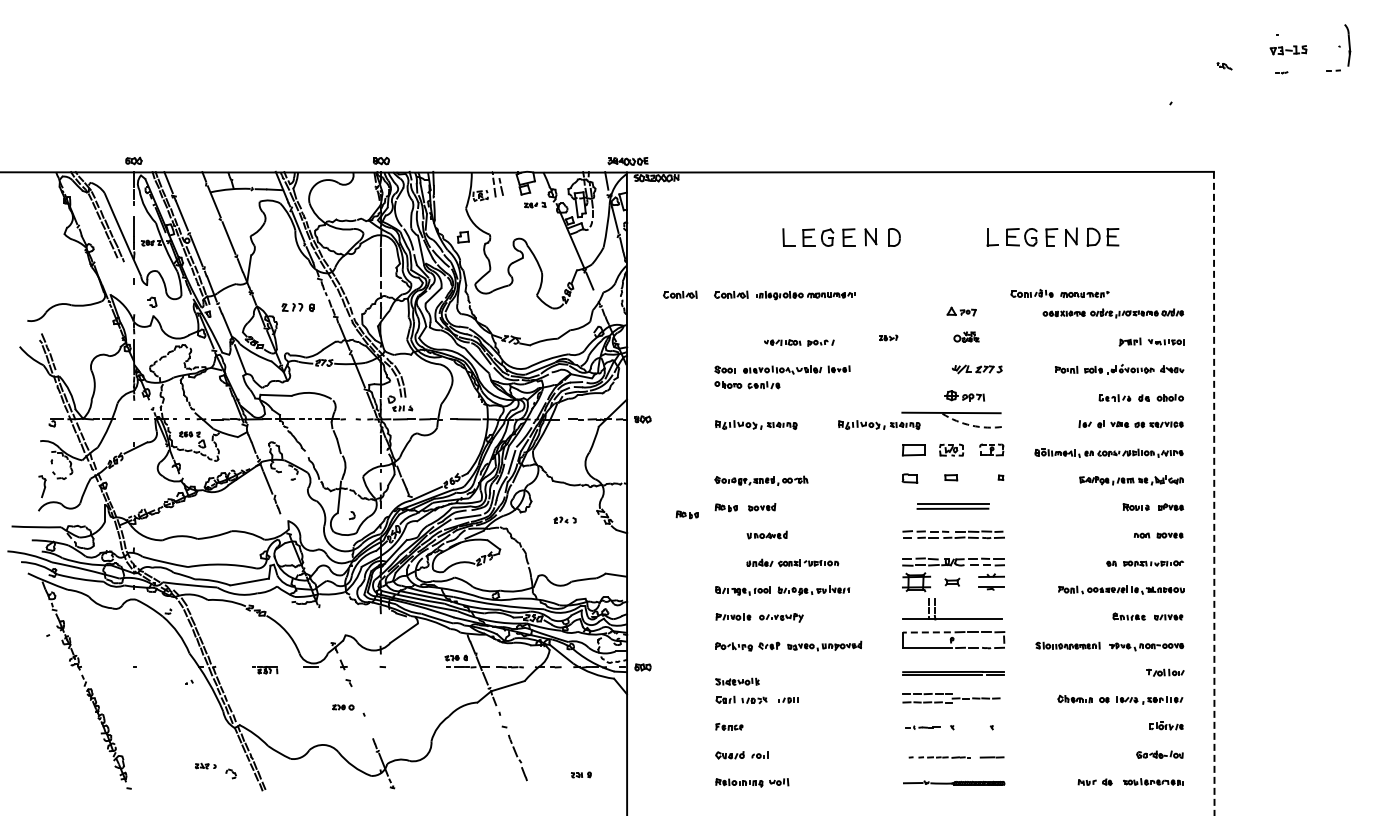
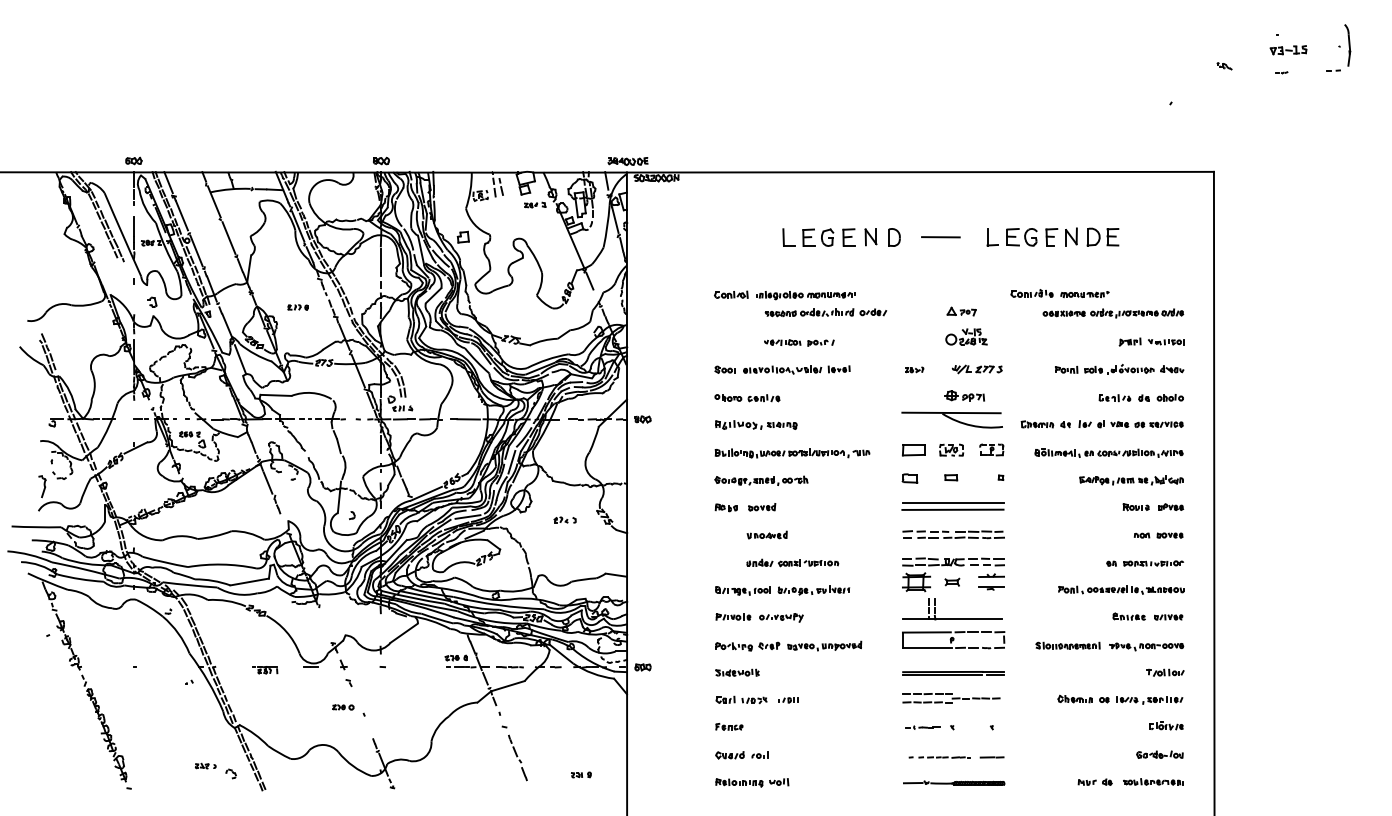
line at (940, 237): none -> present
part at (680, 294): present -> none
part at (297, 307) size: 34x10 px -> 22x7 px
part at (825, 312): none -> present
part at (966, 336) size: 27x12 px -> 43x18 px
part at (888, 337) position: (888, 337) -> (914, 369)
part at (747, 385) position: (747, 385) -> (747, 398)
part at (879, 424): present -> none
part at (1045, 424): none -> present
arc at (971, 425): dashed -> solid
part at (792, 453): none -> present
line at (1214, 493): dashed -> solid
part at (952, 506) size: 74x7 px -> 104x9 px
part at (686, 514): present -> none
line at (926, 632): dashed -> solid
part at (737, 681) position: (737, 681) -> (737, 672)
